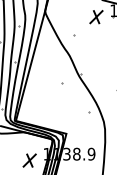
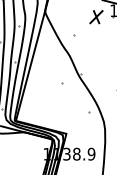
part at (29, 160): present -> none
